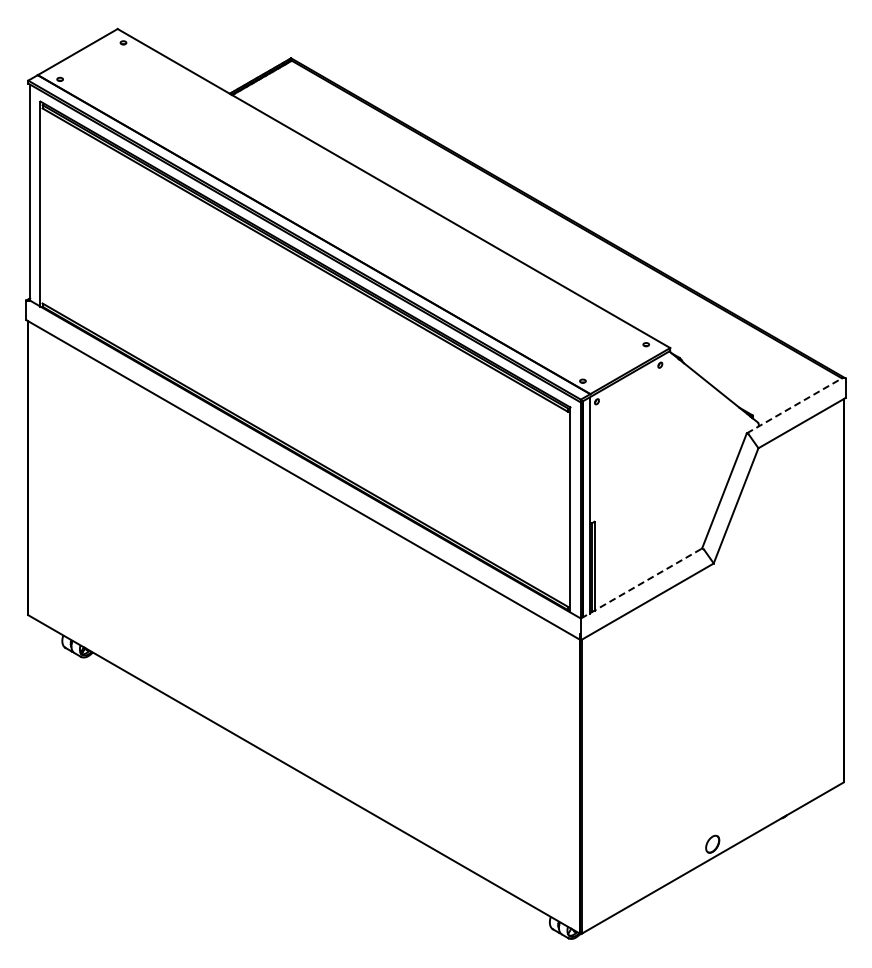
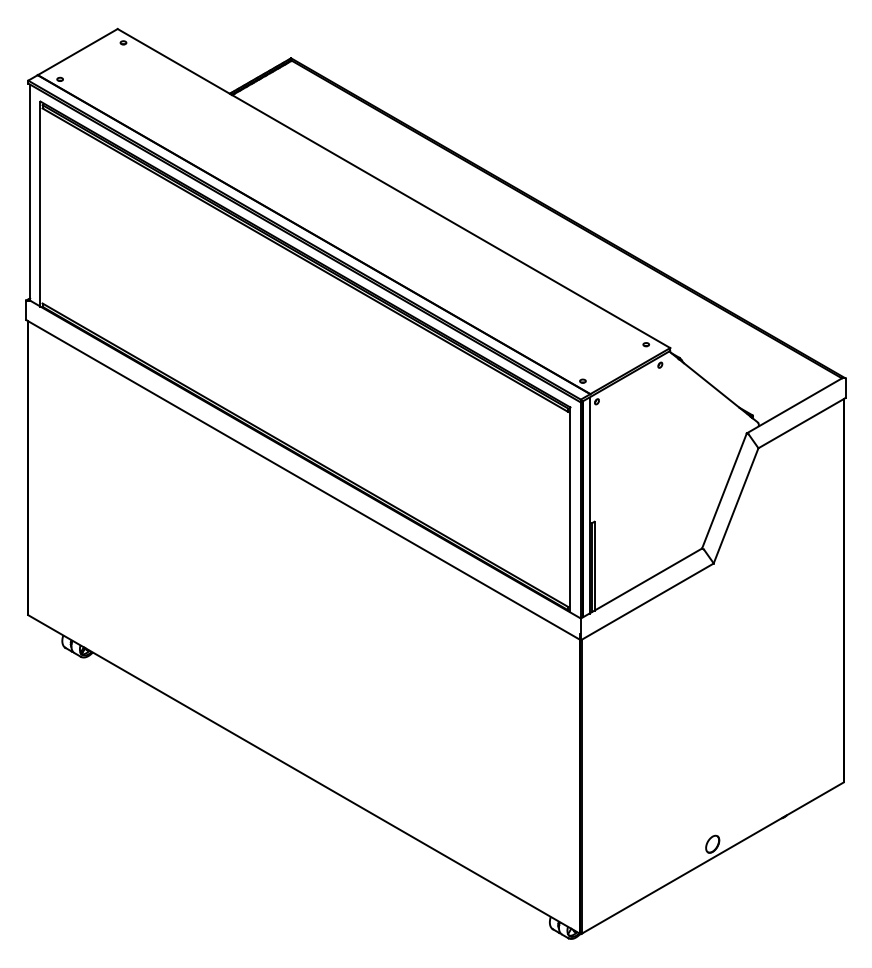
line at (794, 405): dashed -> solid
line at (641, 583): dashed -> solid
